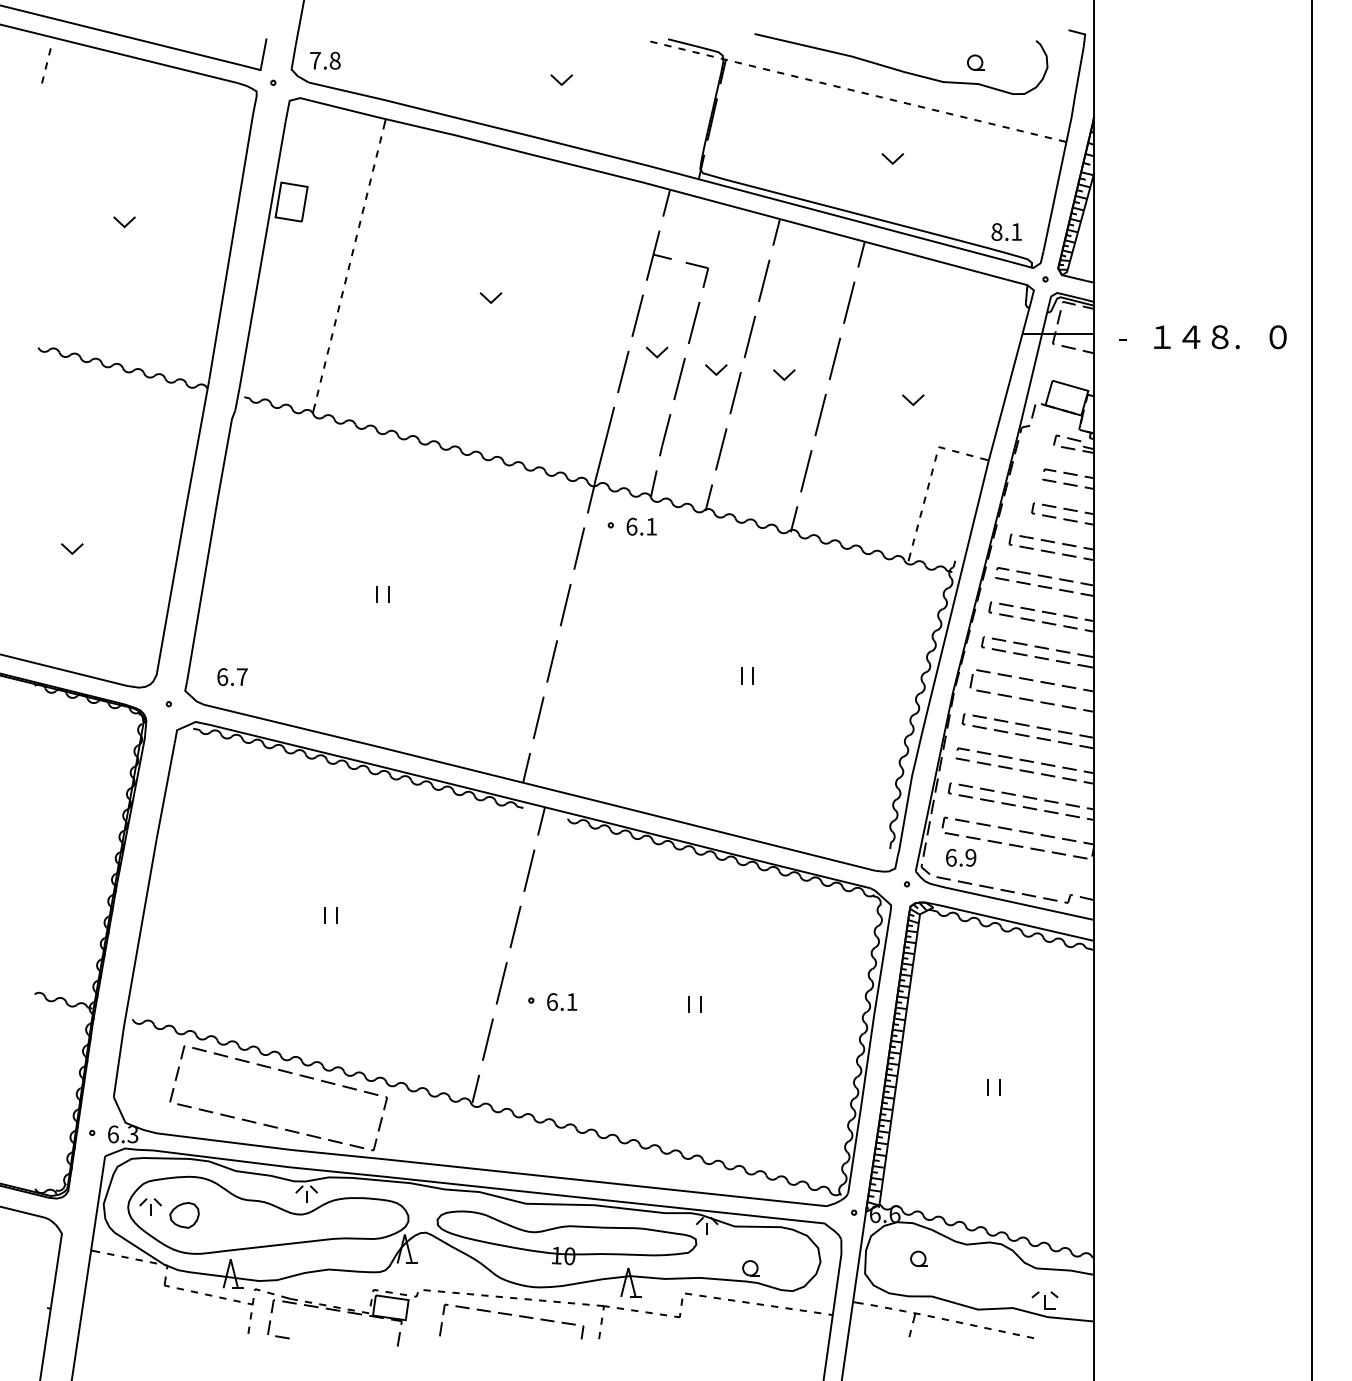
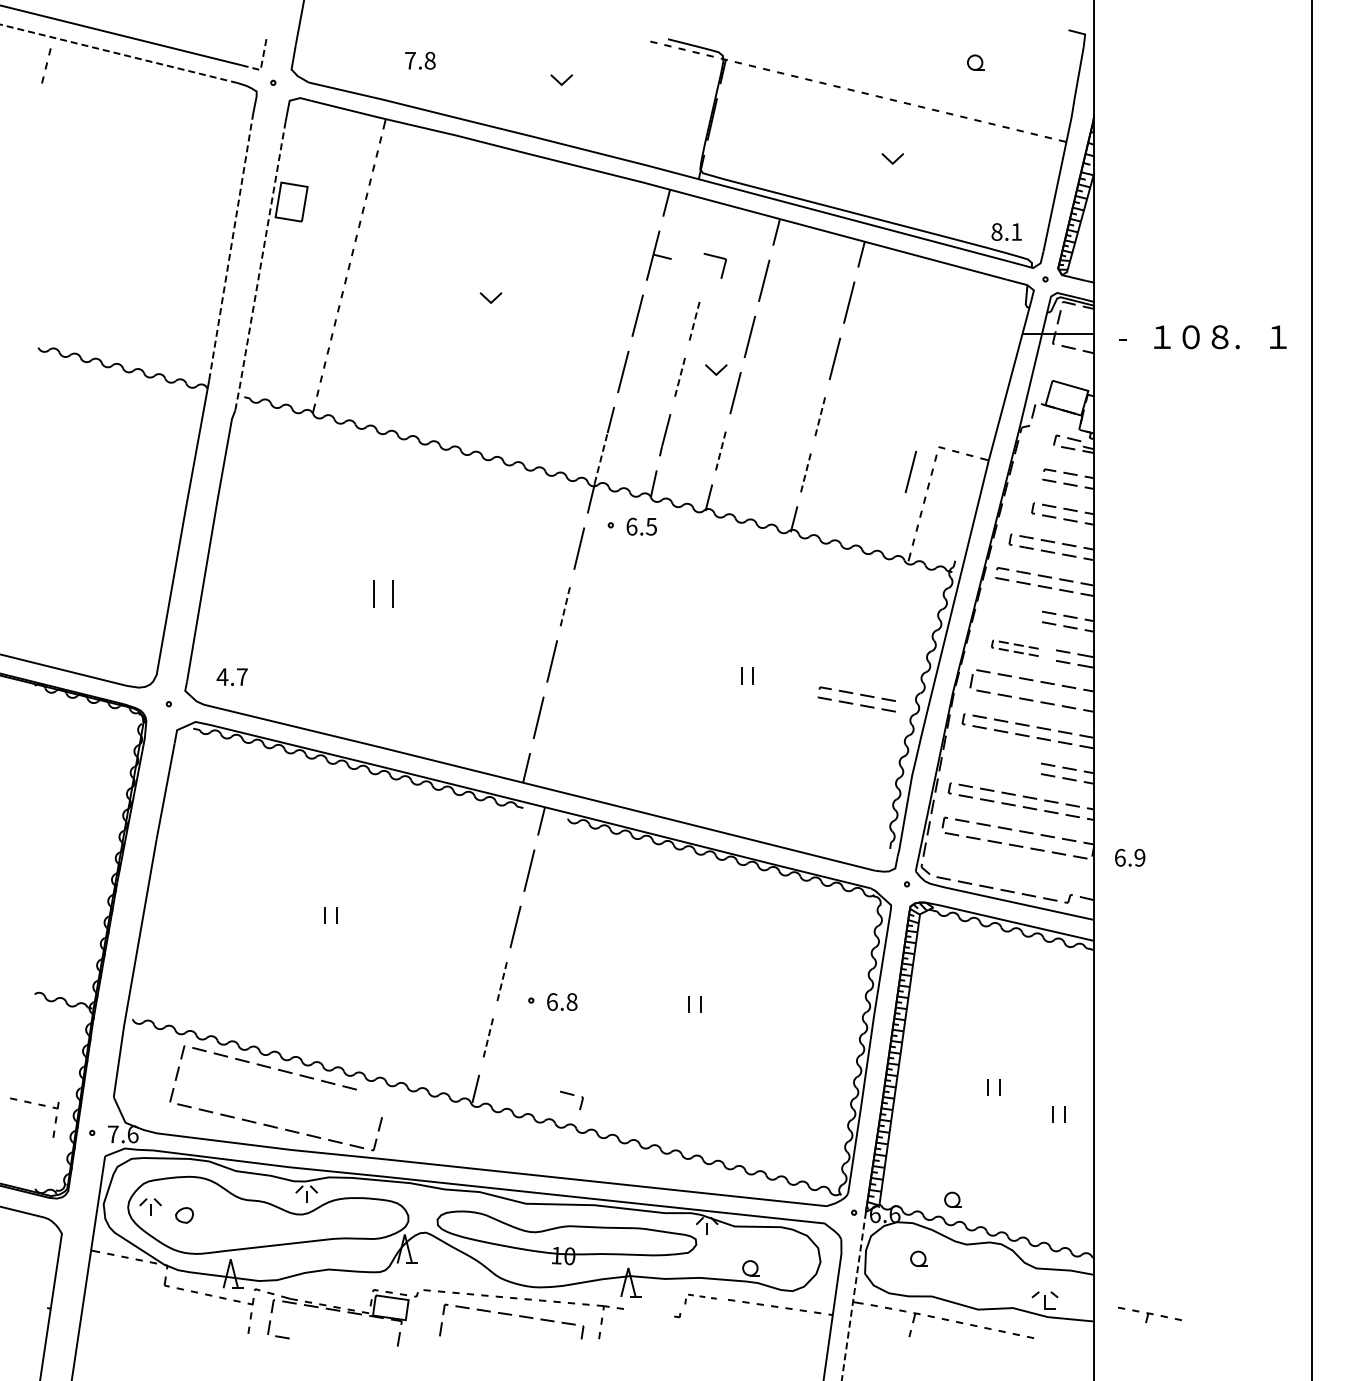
line at (118, 53): solid -> dashed
text at (325, 60) position: (325, 60) -> (420, 60)
line at (261, 64): solid -> dashed
curve at (899, 69): present -> none
part at (124, 222): present -> none
line at (231, 247): solid -> dashed
line at (260, 266): solid -> dashed
part at (696, 266) position: (696, 266) -> (714, 257)
line at (694, 322): solid -> dashed
text at (1191, 337): ４ -> ０
text at (1277, 337): ０ -> １
part at (657, 352): present -> none
part at (784, 374): present -> none
line at (679, 379): solid -> dashed
part at (913, 400): present -> none
line at (820, 415): solid -> dashed
line at (721, 449): solid -> dashed
line at (601, 457): solid -> dashed
line at (806, 471): solid -> dashed
line at (910, 471): none -> present
text at (651, 526): 6.1 -> 6.5
part at (72, 548): present -> none
part at (382, 594) size: 14x17 px -> 21x28 px
line at (565, 605): solid -> dashed
part at (1011, 611): present -> none
part at (1014, 648) size: 68x25 px -> 48x18 px
text at (222, 677): 6.7 -> 4.7
part at (994, 760) position: (994, 760) -> (856, 699)
text at (961, 857) position: (961, 857) -> (1130, 857)
line at (501, 983): solid -> dashed
text at (571, 1001): 6.1 -> 6.8
line at (487, 1039): solid -> dashed
part at (375, 1100) position: (375, 1100) -> (571, 1100)
part at (38, 1105): none -> present
part at (1058, 1114): none -> present
text at (123, 1134): 6.3 -> 7.6
part at (952, 1199): none -> present
part at (184, 1215) size: 31x27 px -> 19x17 px
line at (853, 1296): solid -> dashed
part at (700, 1298) size: 41x14 px -> 33x12 px
part at (648, 1312): present -> none
part at (1149, 1314): none -> present
